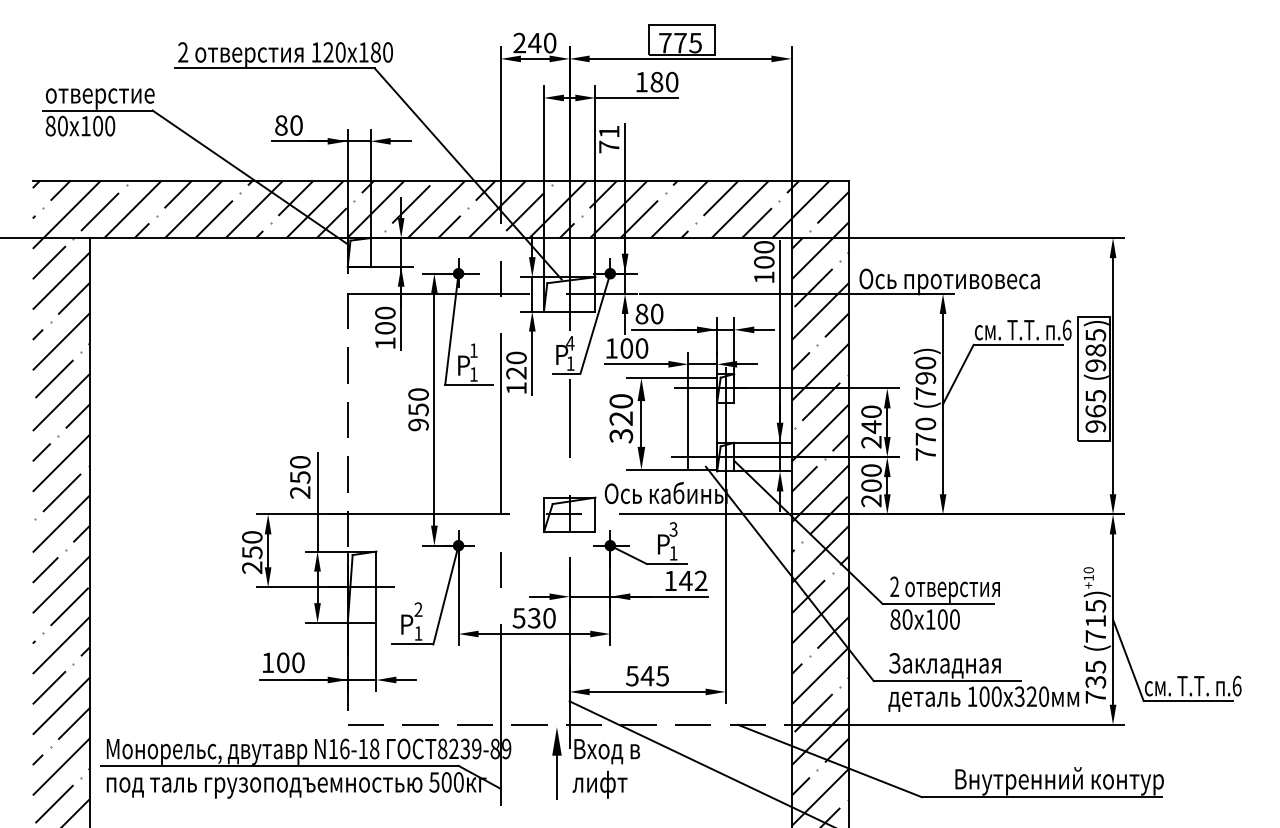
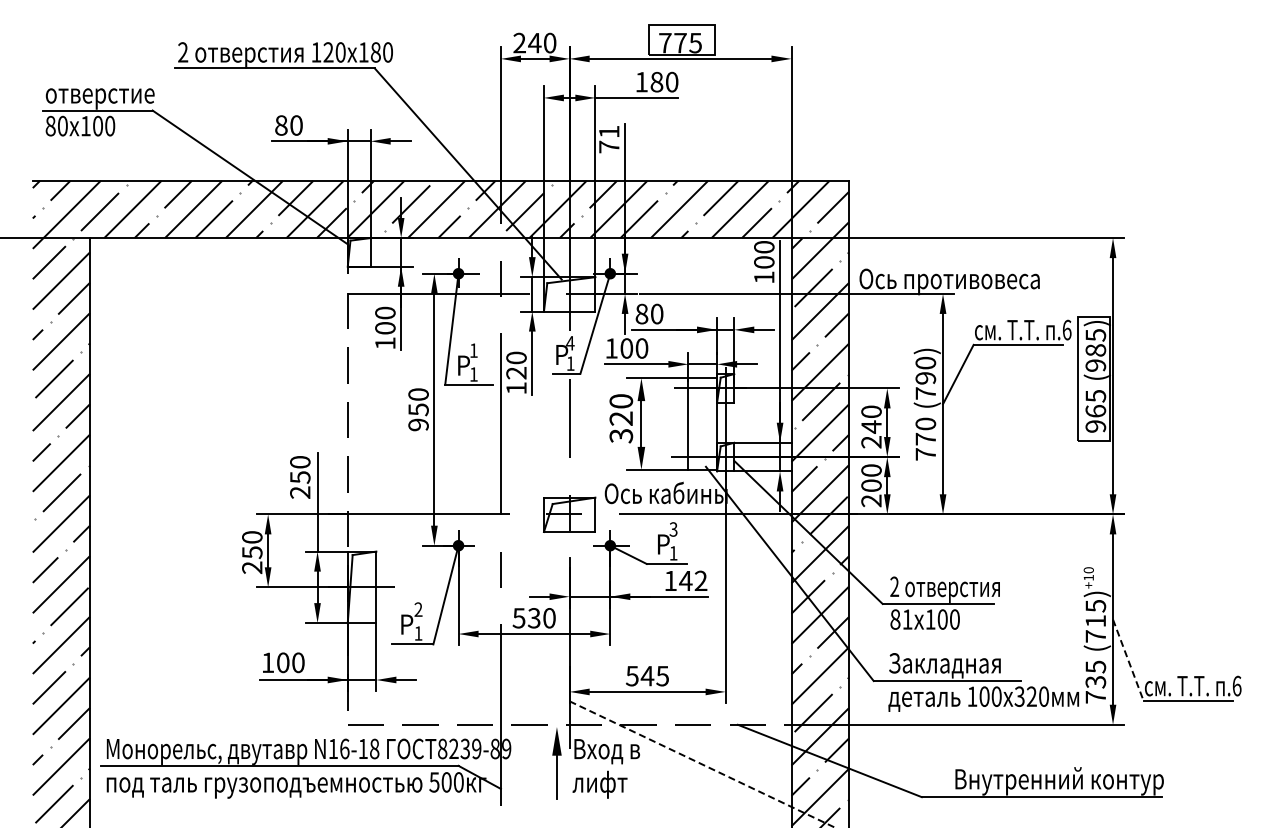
text at (907, 619): 80 -> 81
line at (1128, 660): solid -> dashed
line at (702, 764): solid -> dashed
